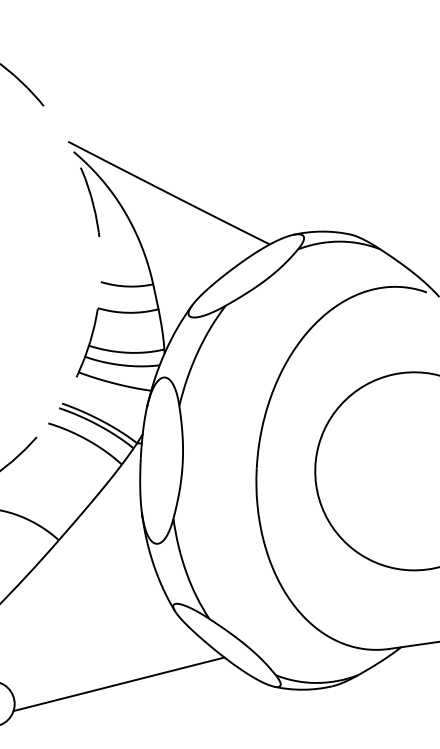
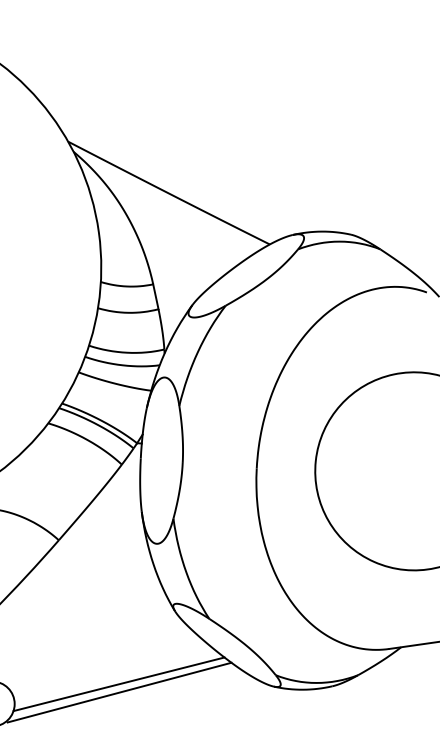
arc at (101, 267): dashed -> solid
line at (119, 692): none -> present
